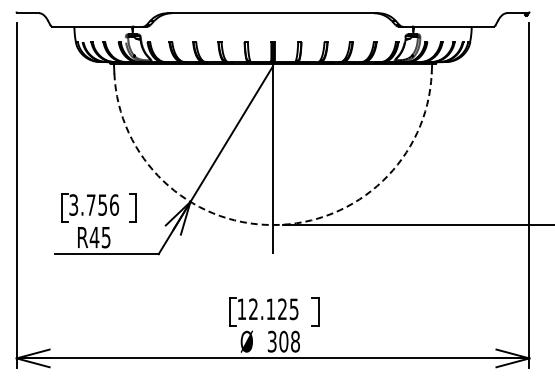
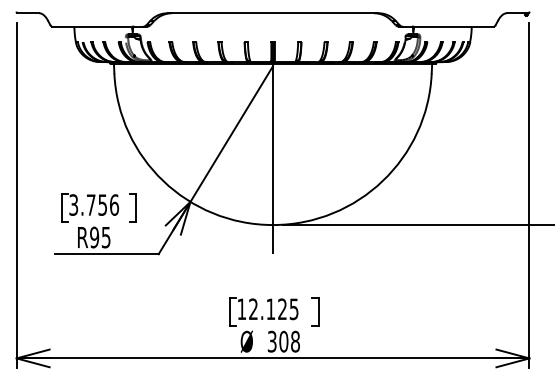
arc at (273, 225): dashed -> solid
text at (94, 237): R45 -> R95
